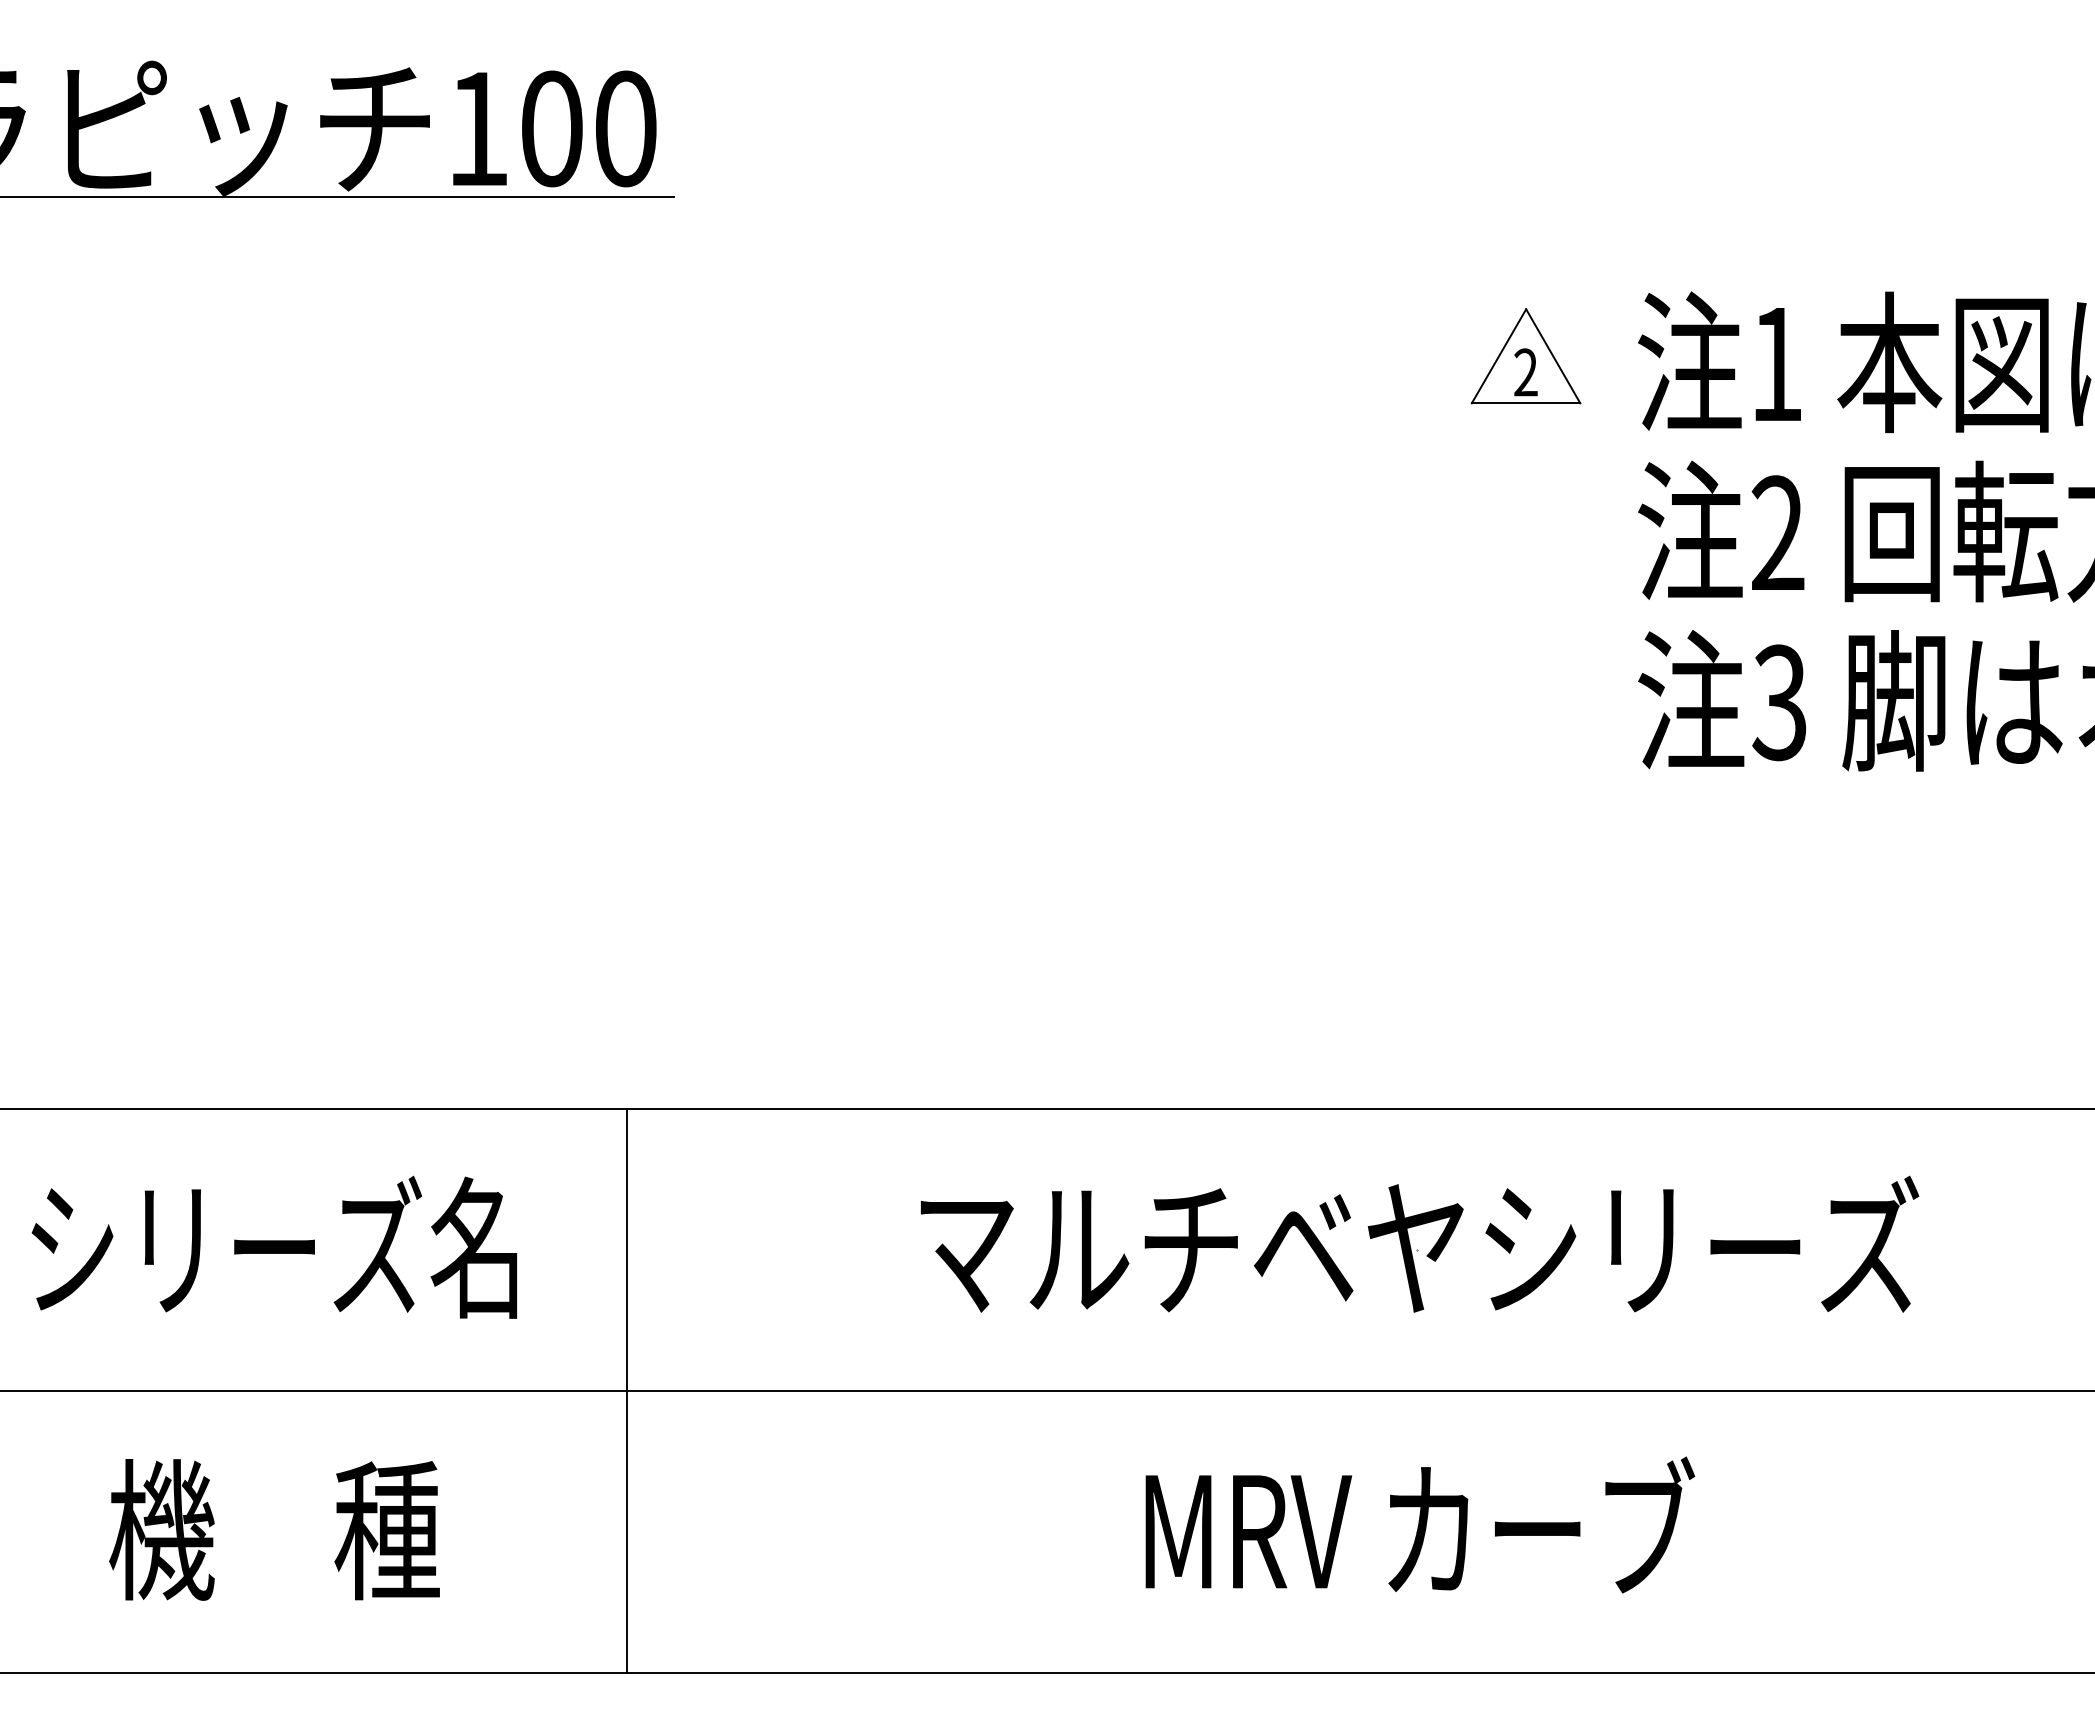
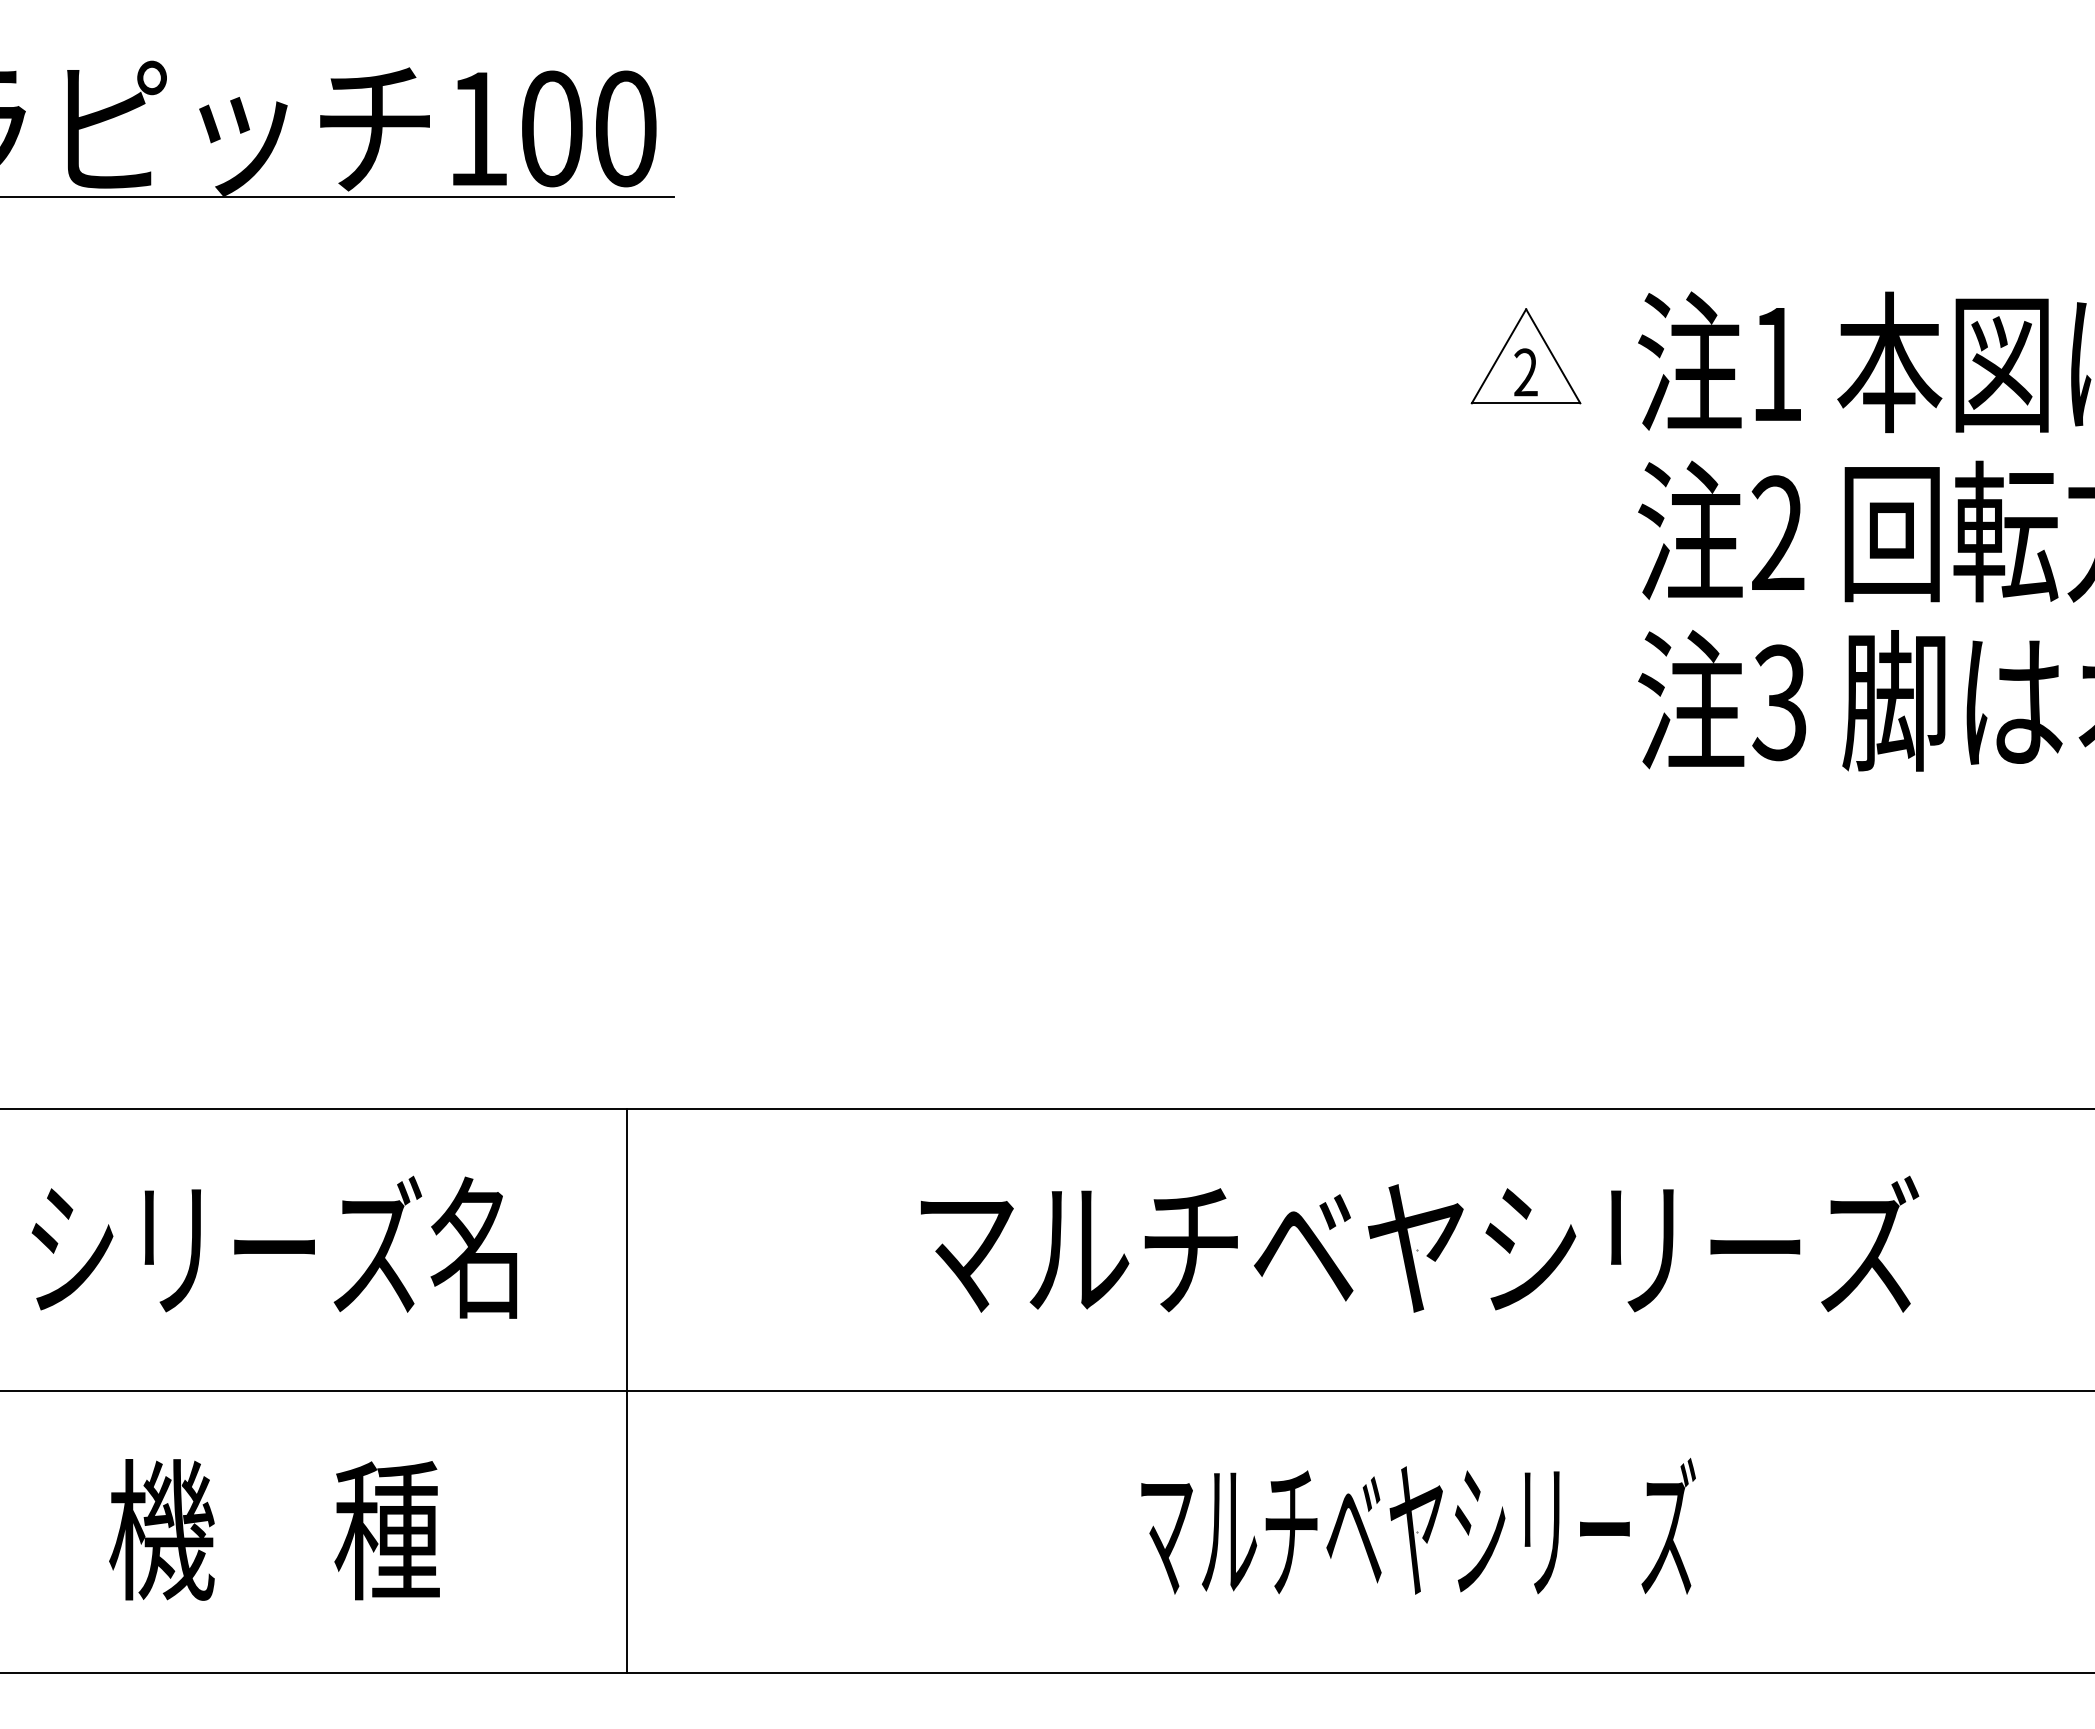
text at (1418, 1525): MRV カーブ -> マルチベヤシリーズ
